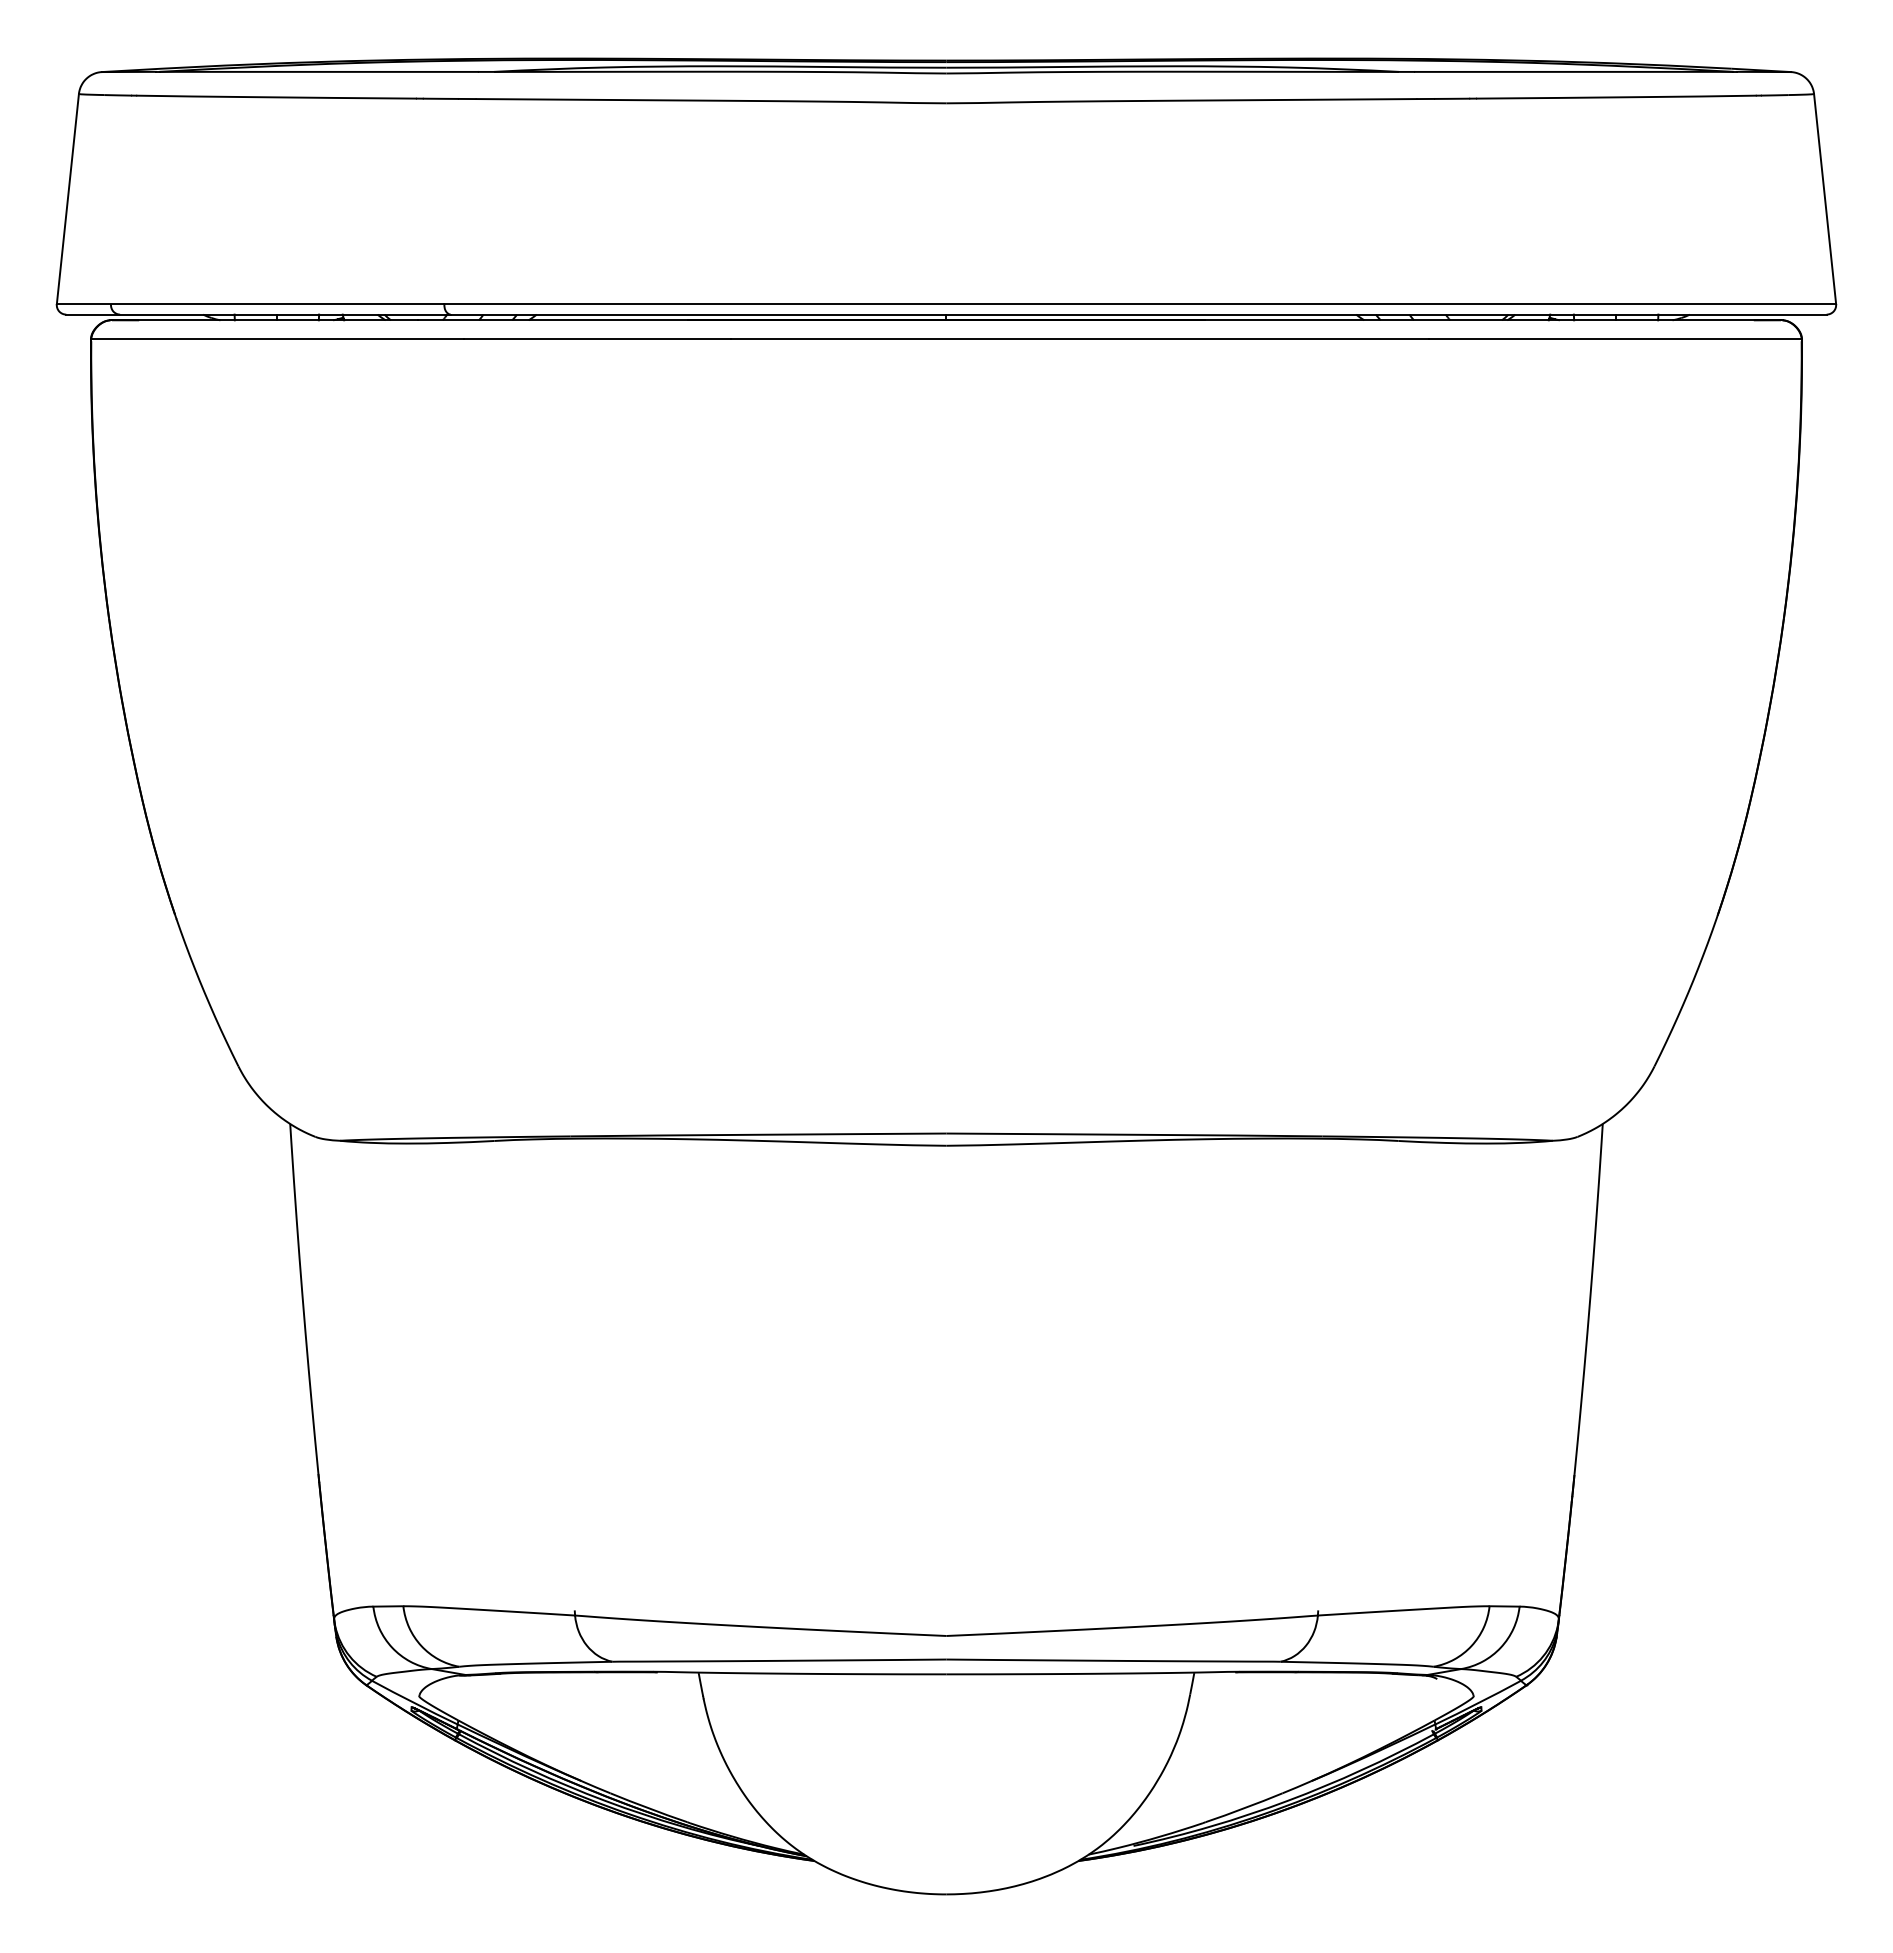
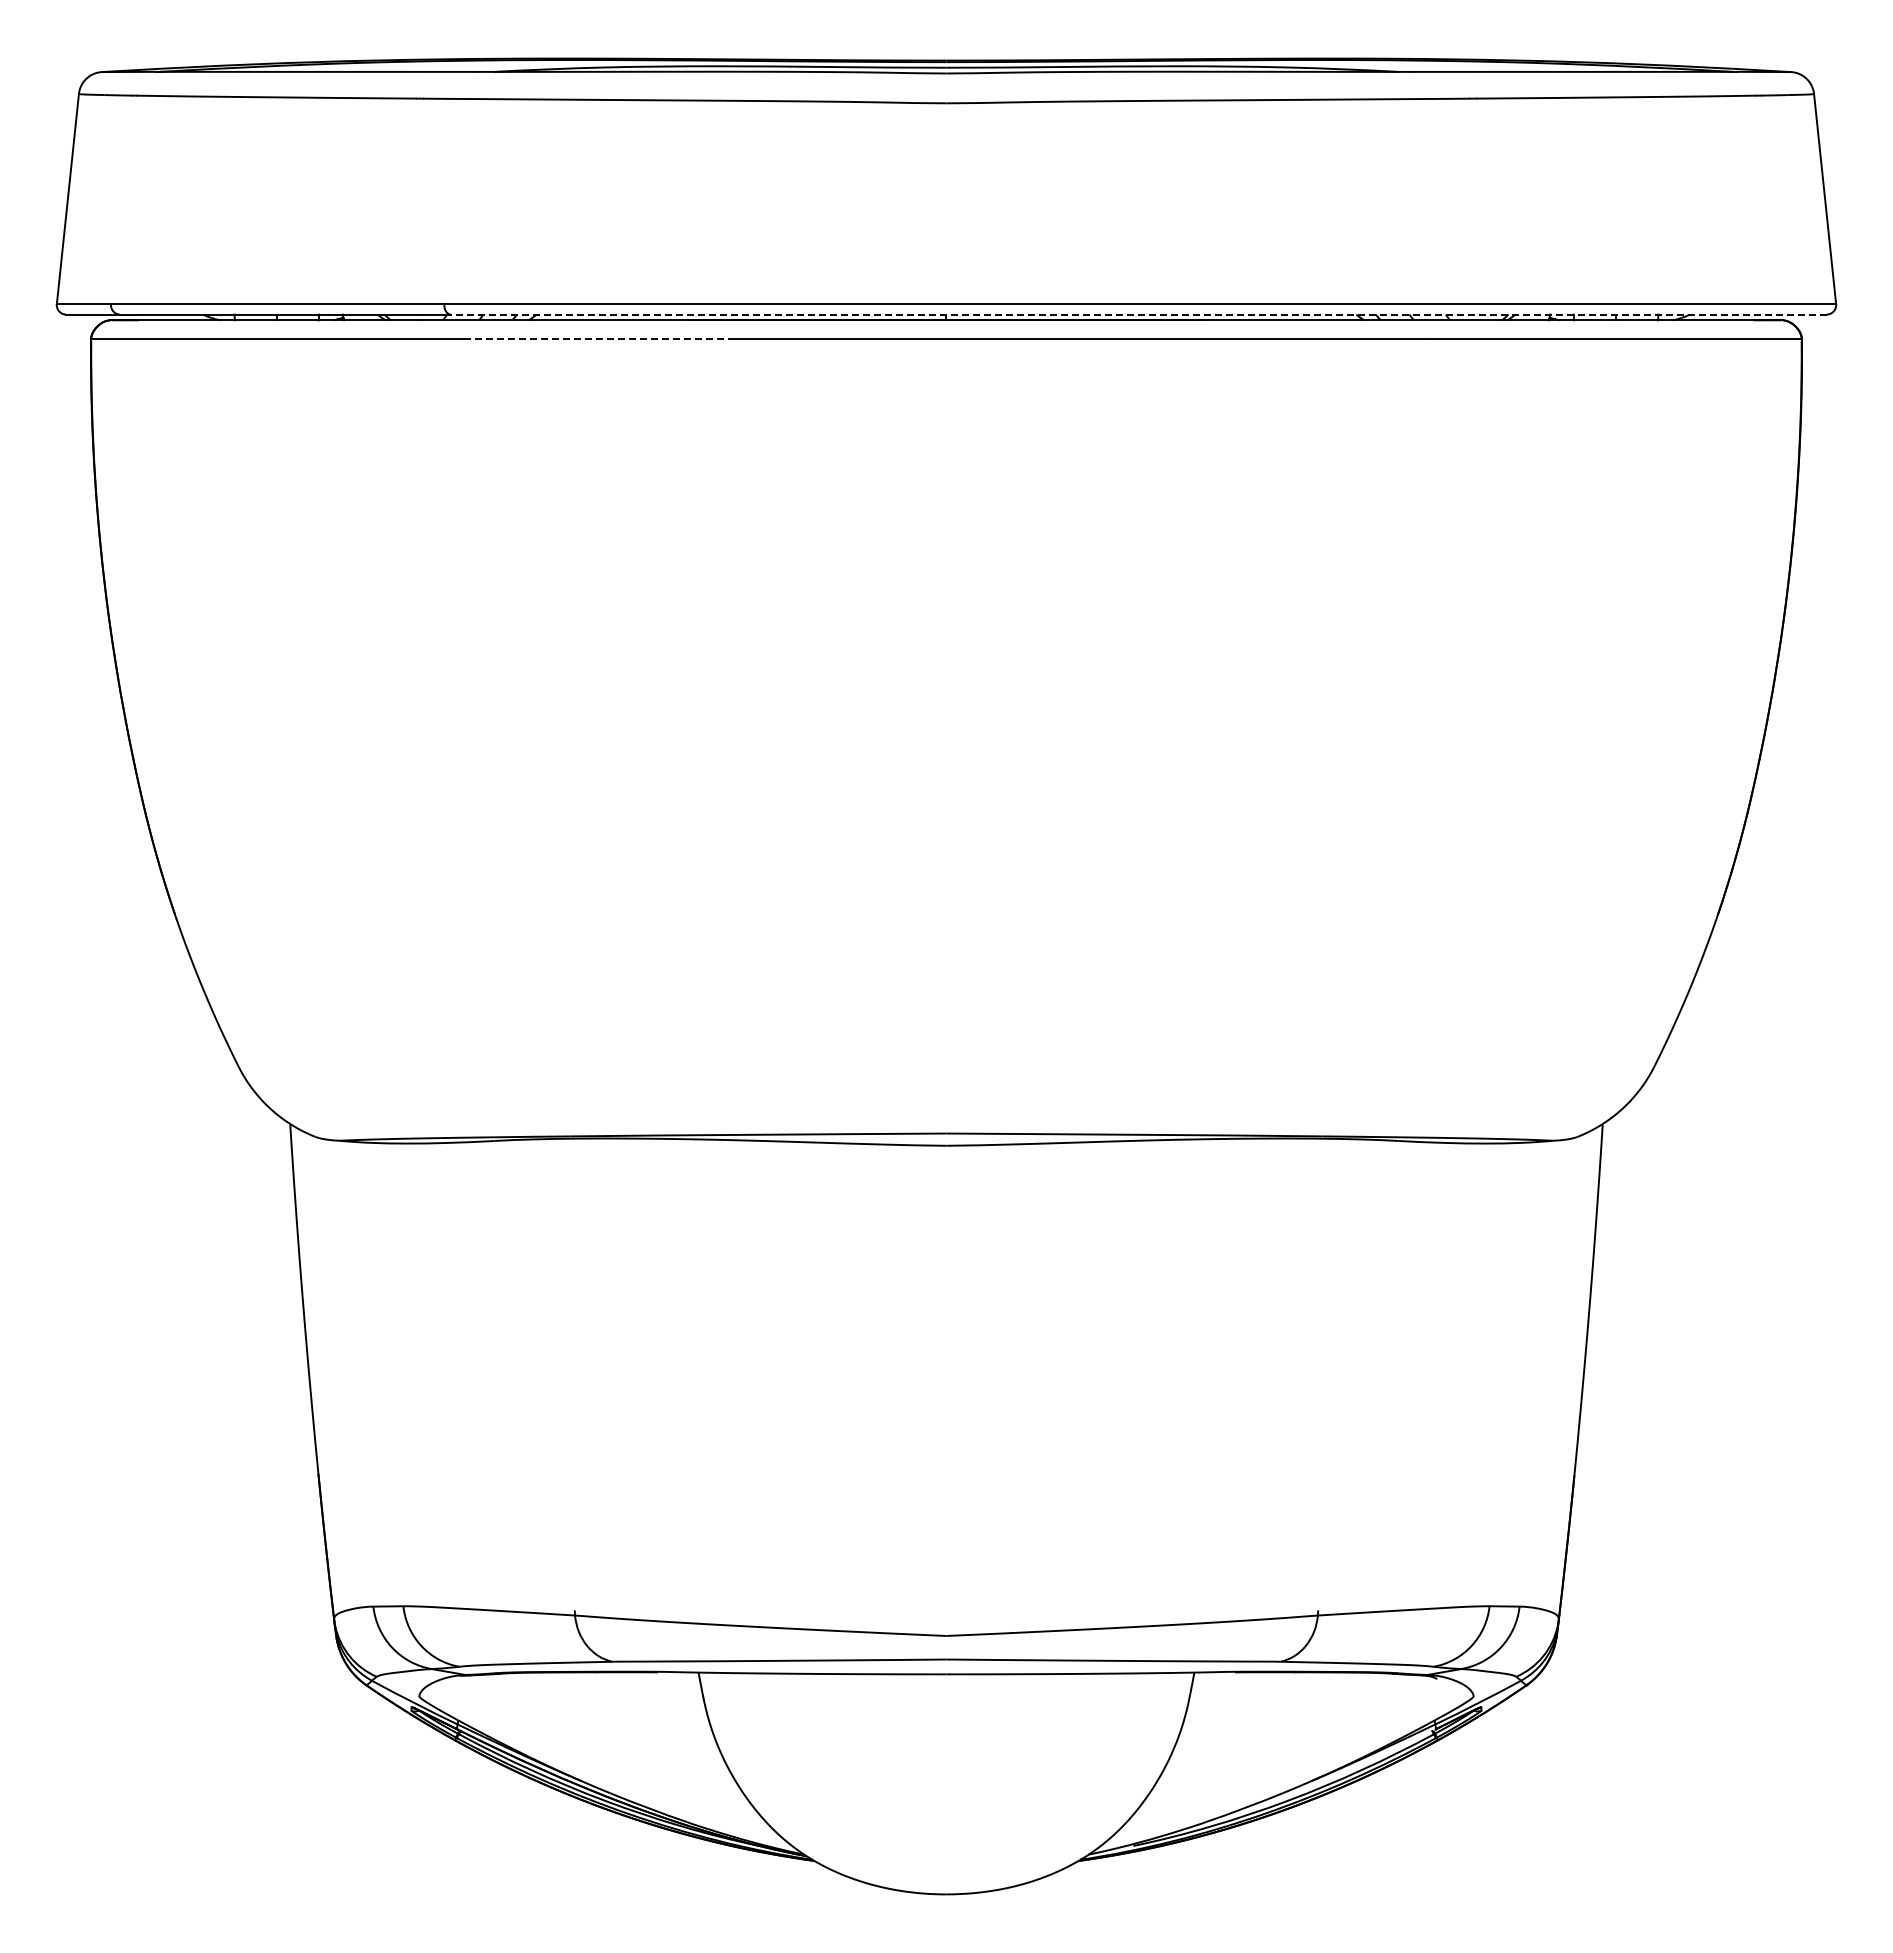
line at (1138, 314): solid -> dashed
line at (597, 339): solid -> dashed
